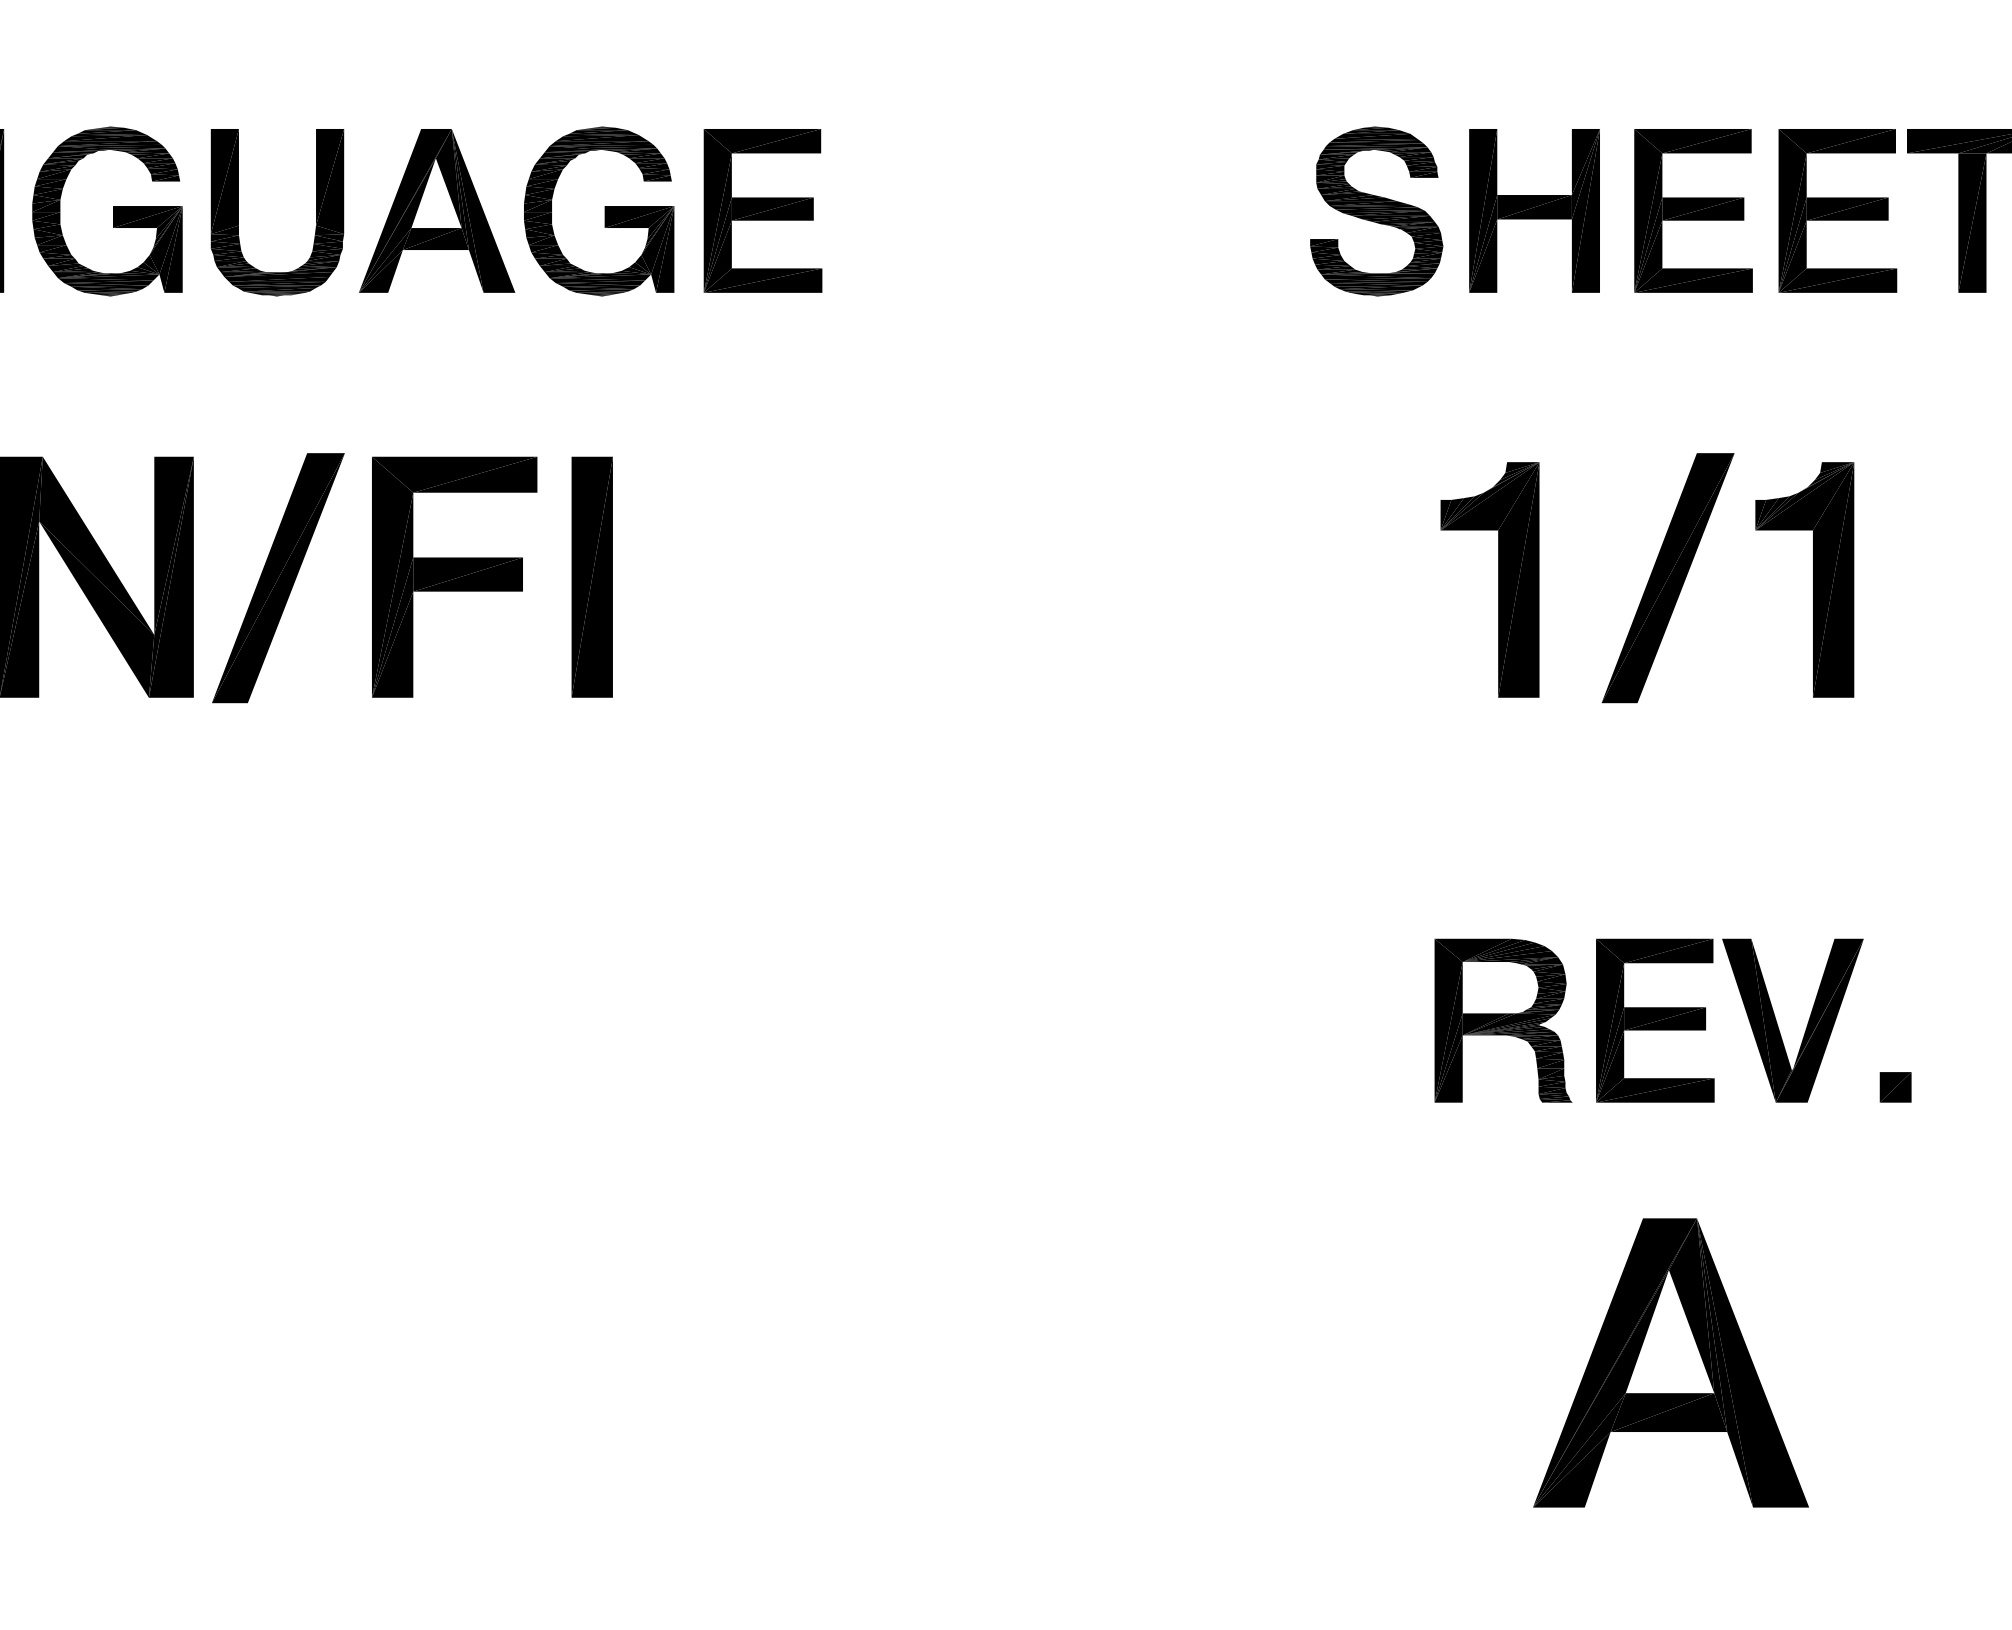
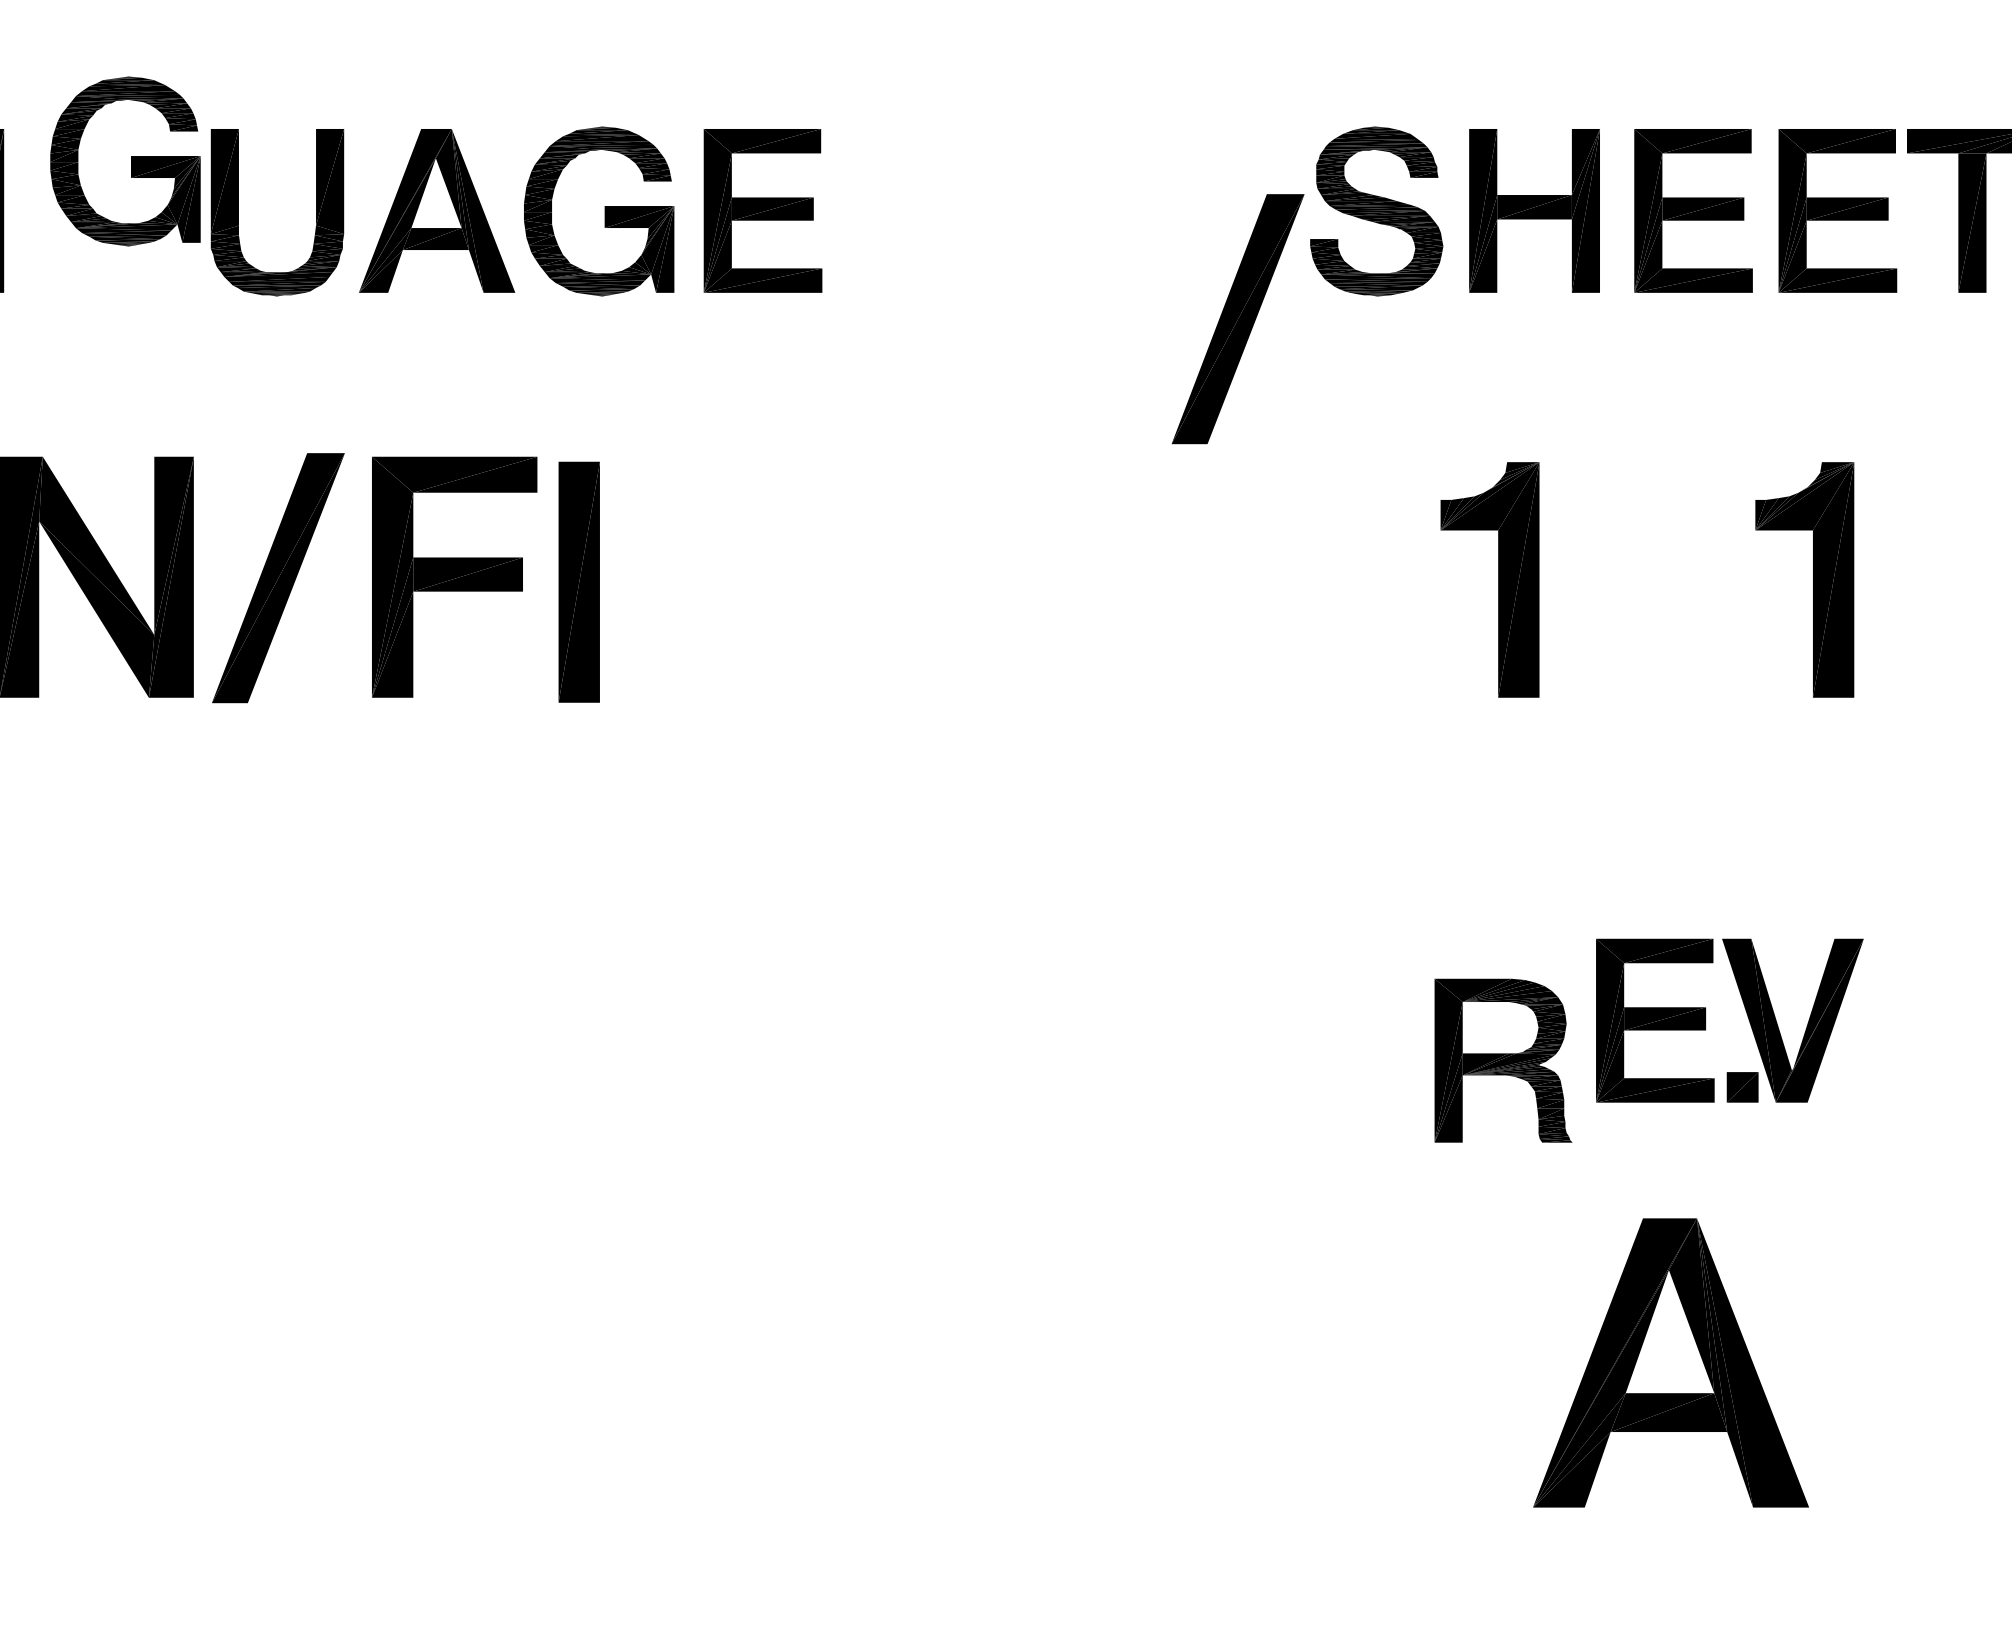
part at (107, 211) position: (107, 211) -> (125, 161)
part at (591, 576) position: (591, 576) -> (578, 581)
part at (1667, 578) position: (1667, 578) -> (1237, 319)
part at (1503, 1020) position: (1503, 1020) -> (1503, 1060)
part at (1895, 1087) position: (1895, 1087) -> (1742, 1087)
